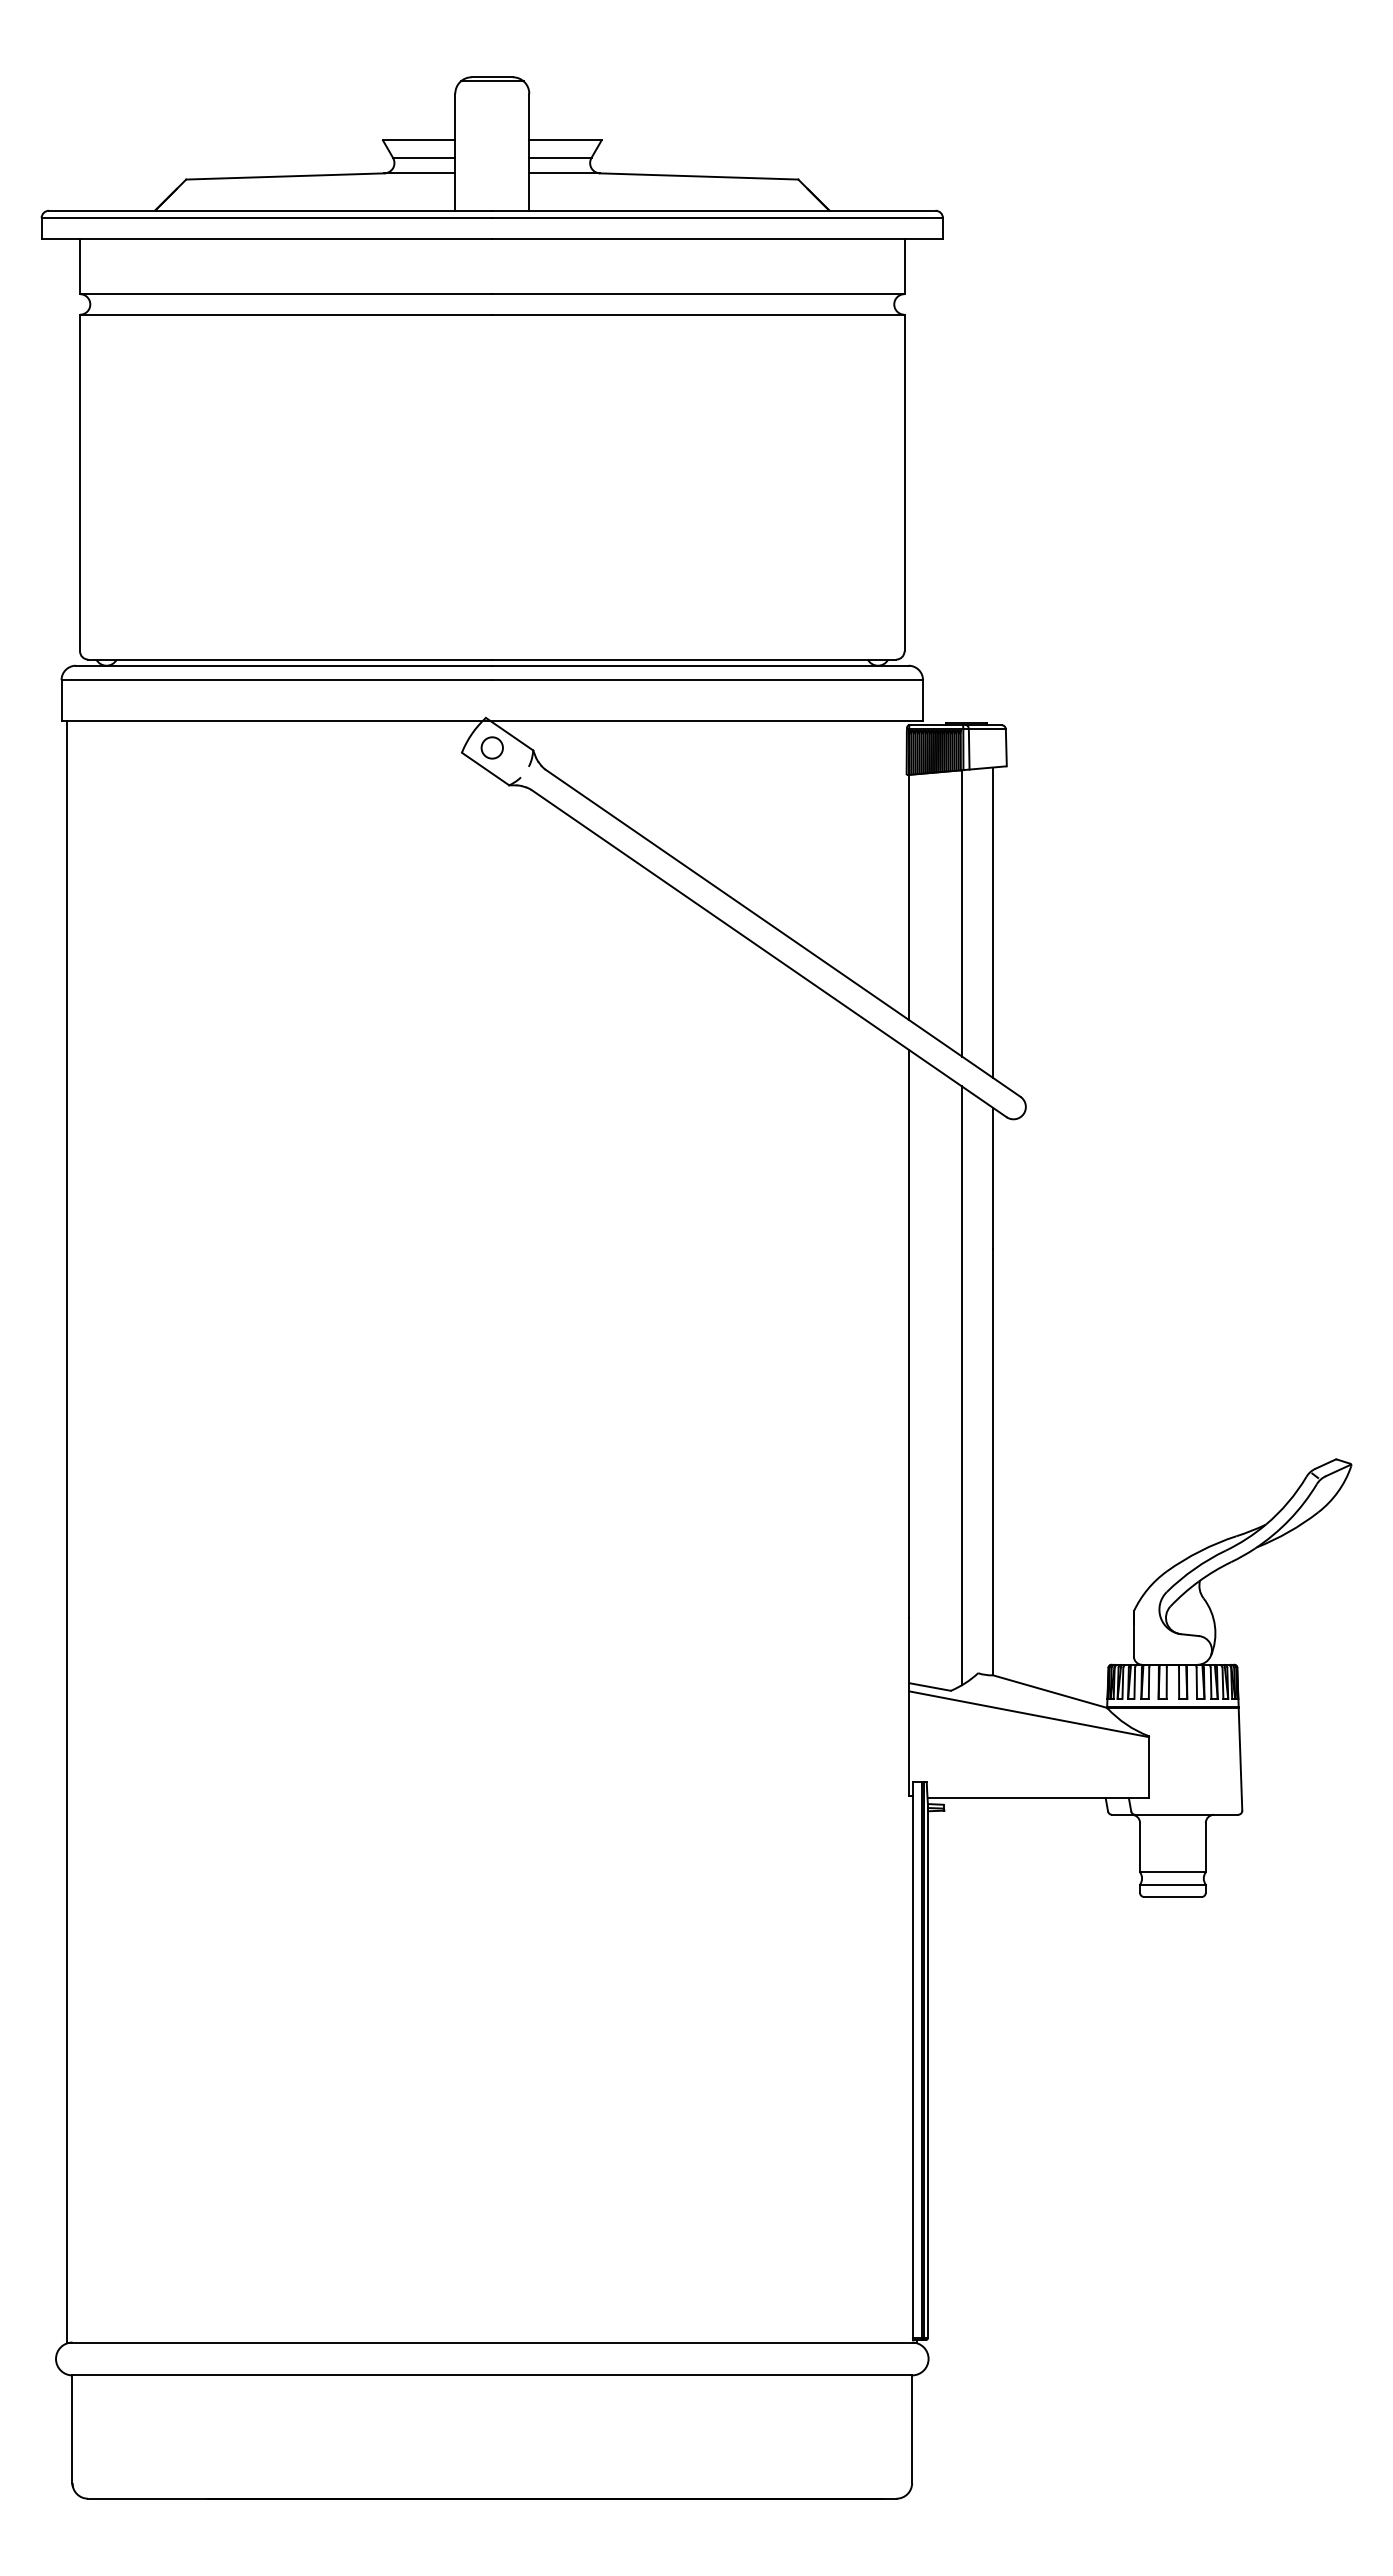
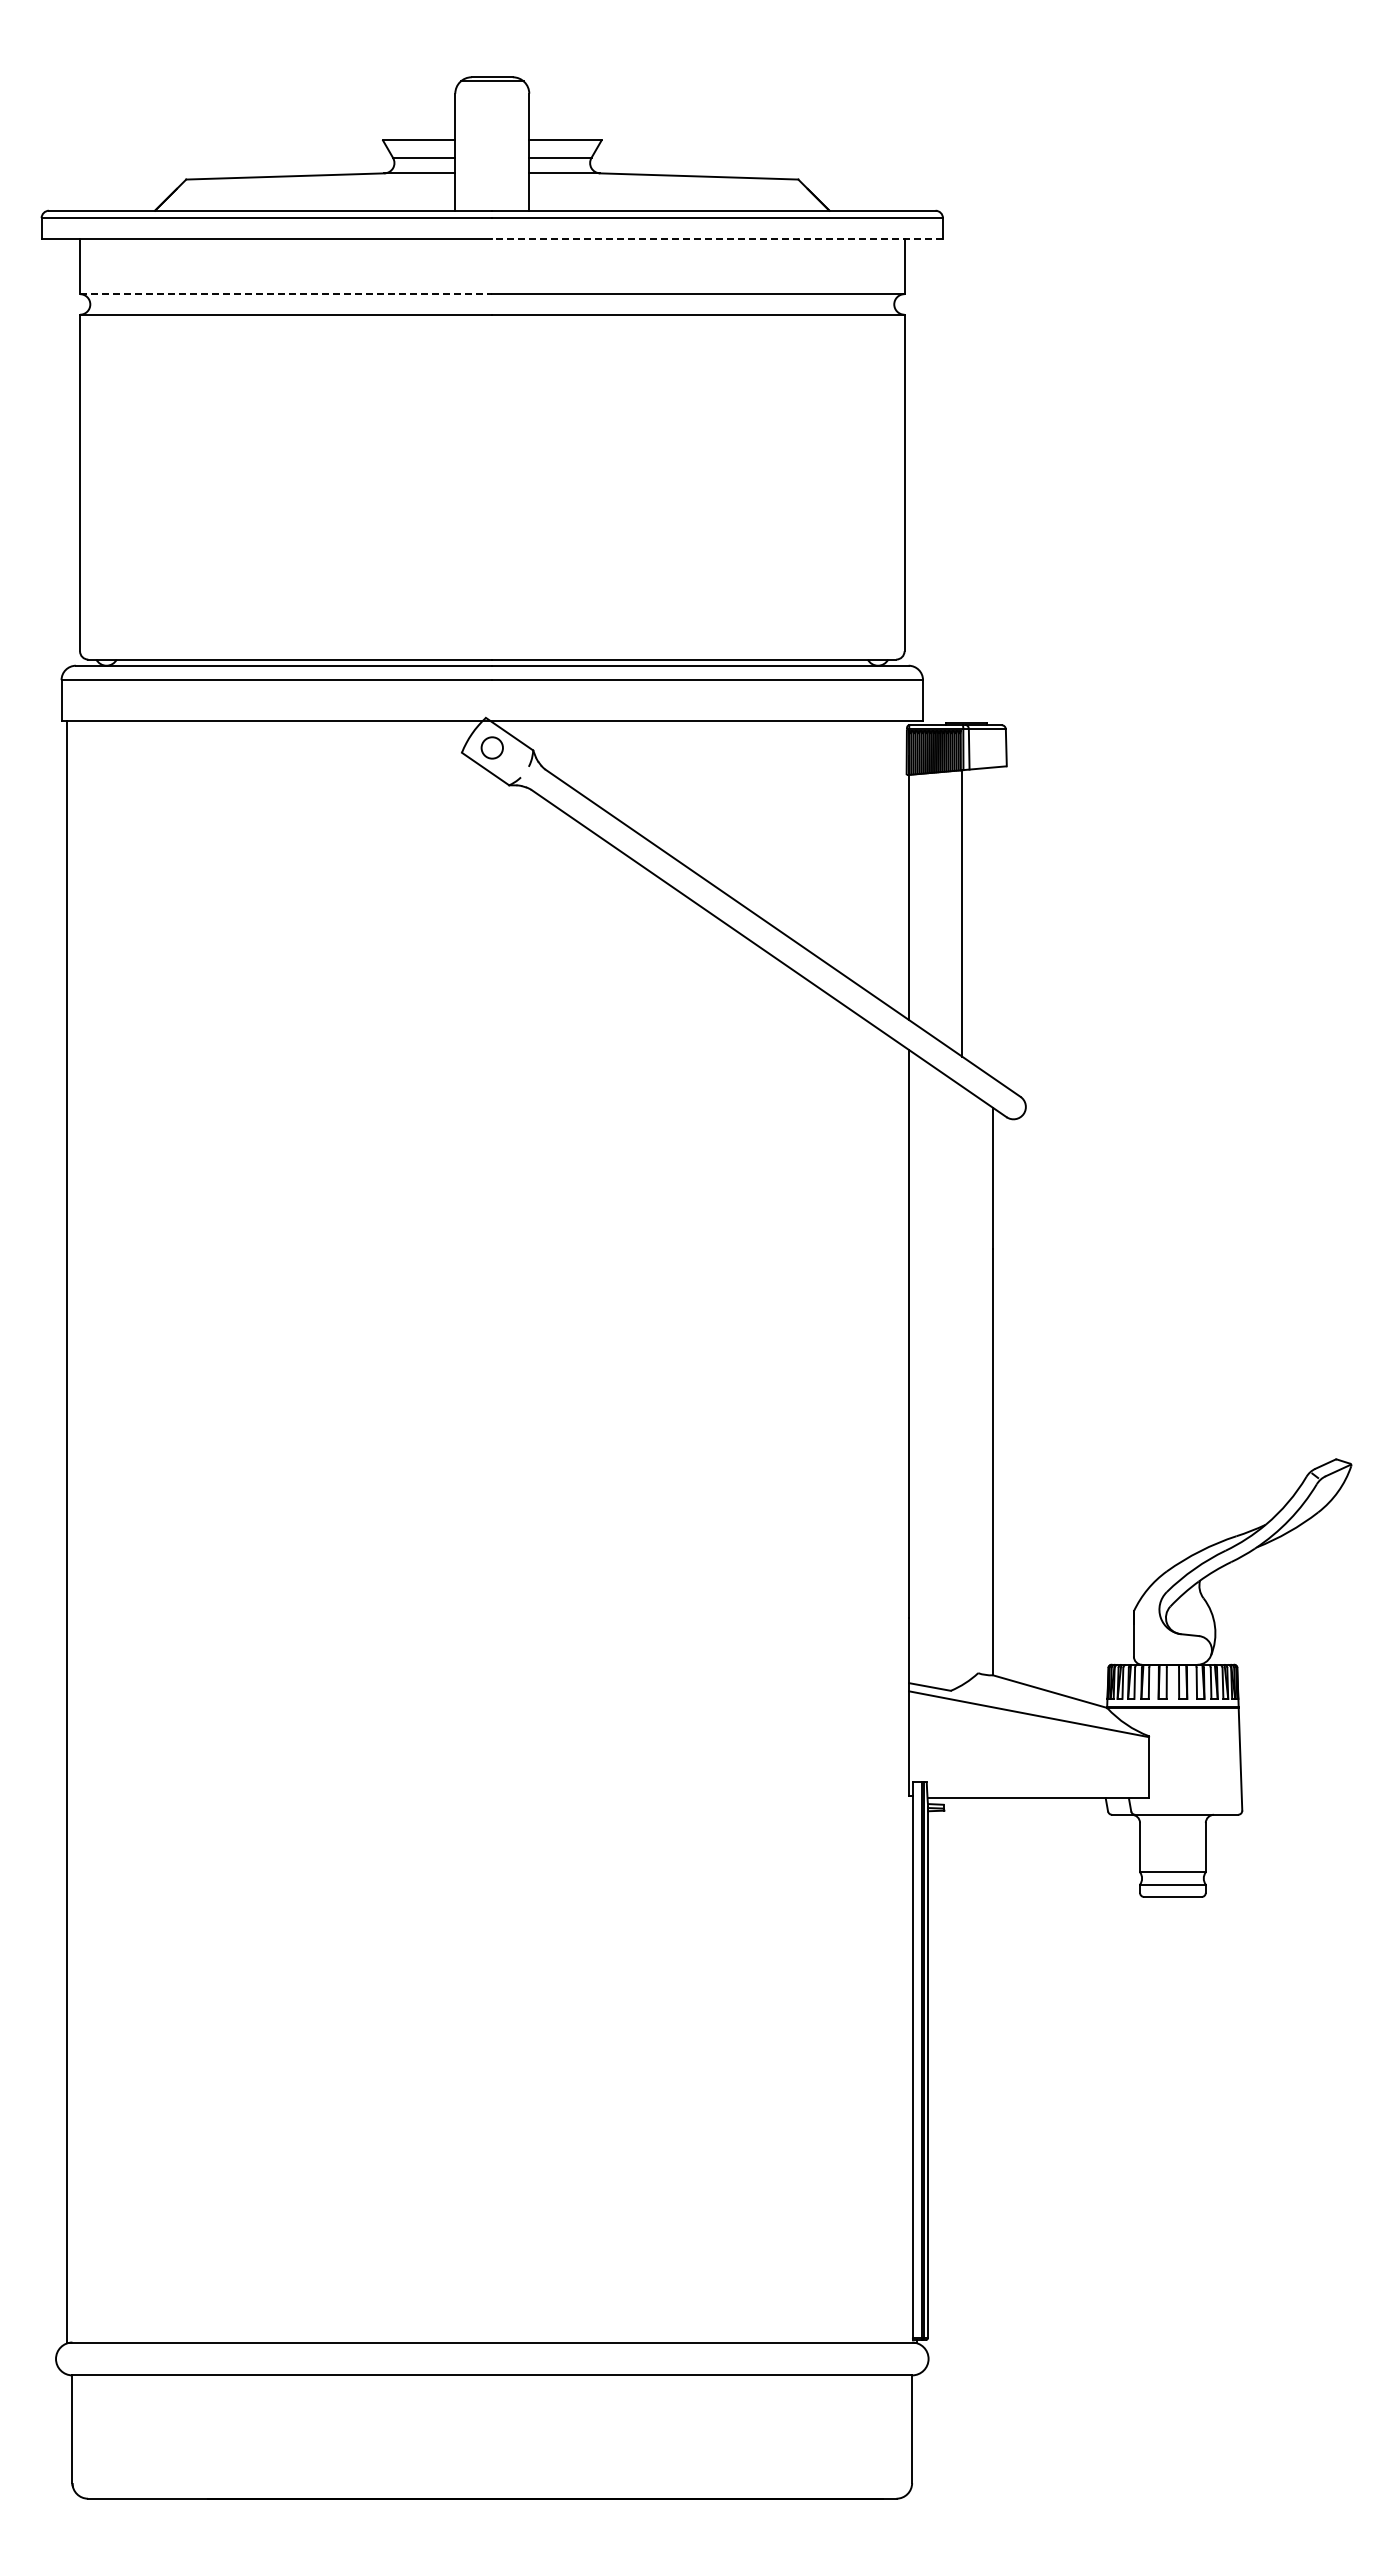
line at (717, 238): solid -> dashed
line at (286, 294): solid -> dashed
line at (992, 922): present -> none
line at (961, 1385): present -> none
